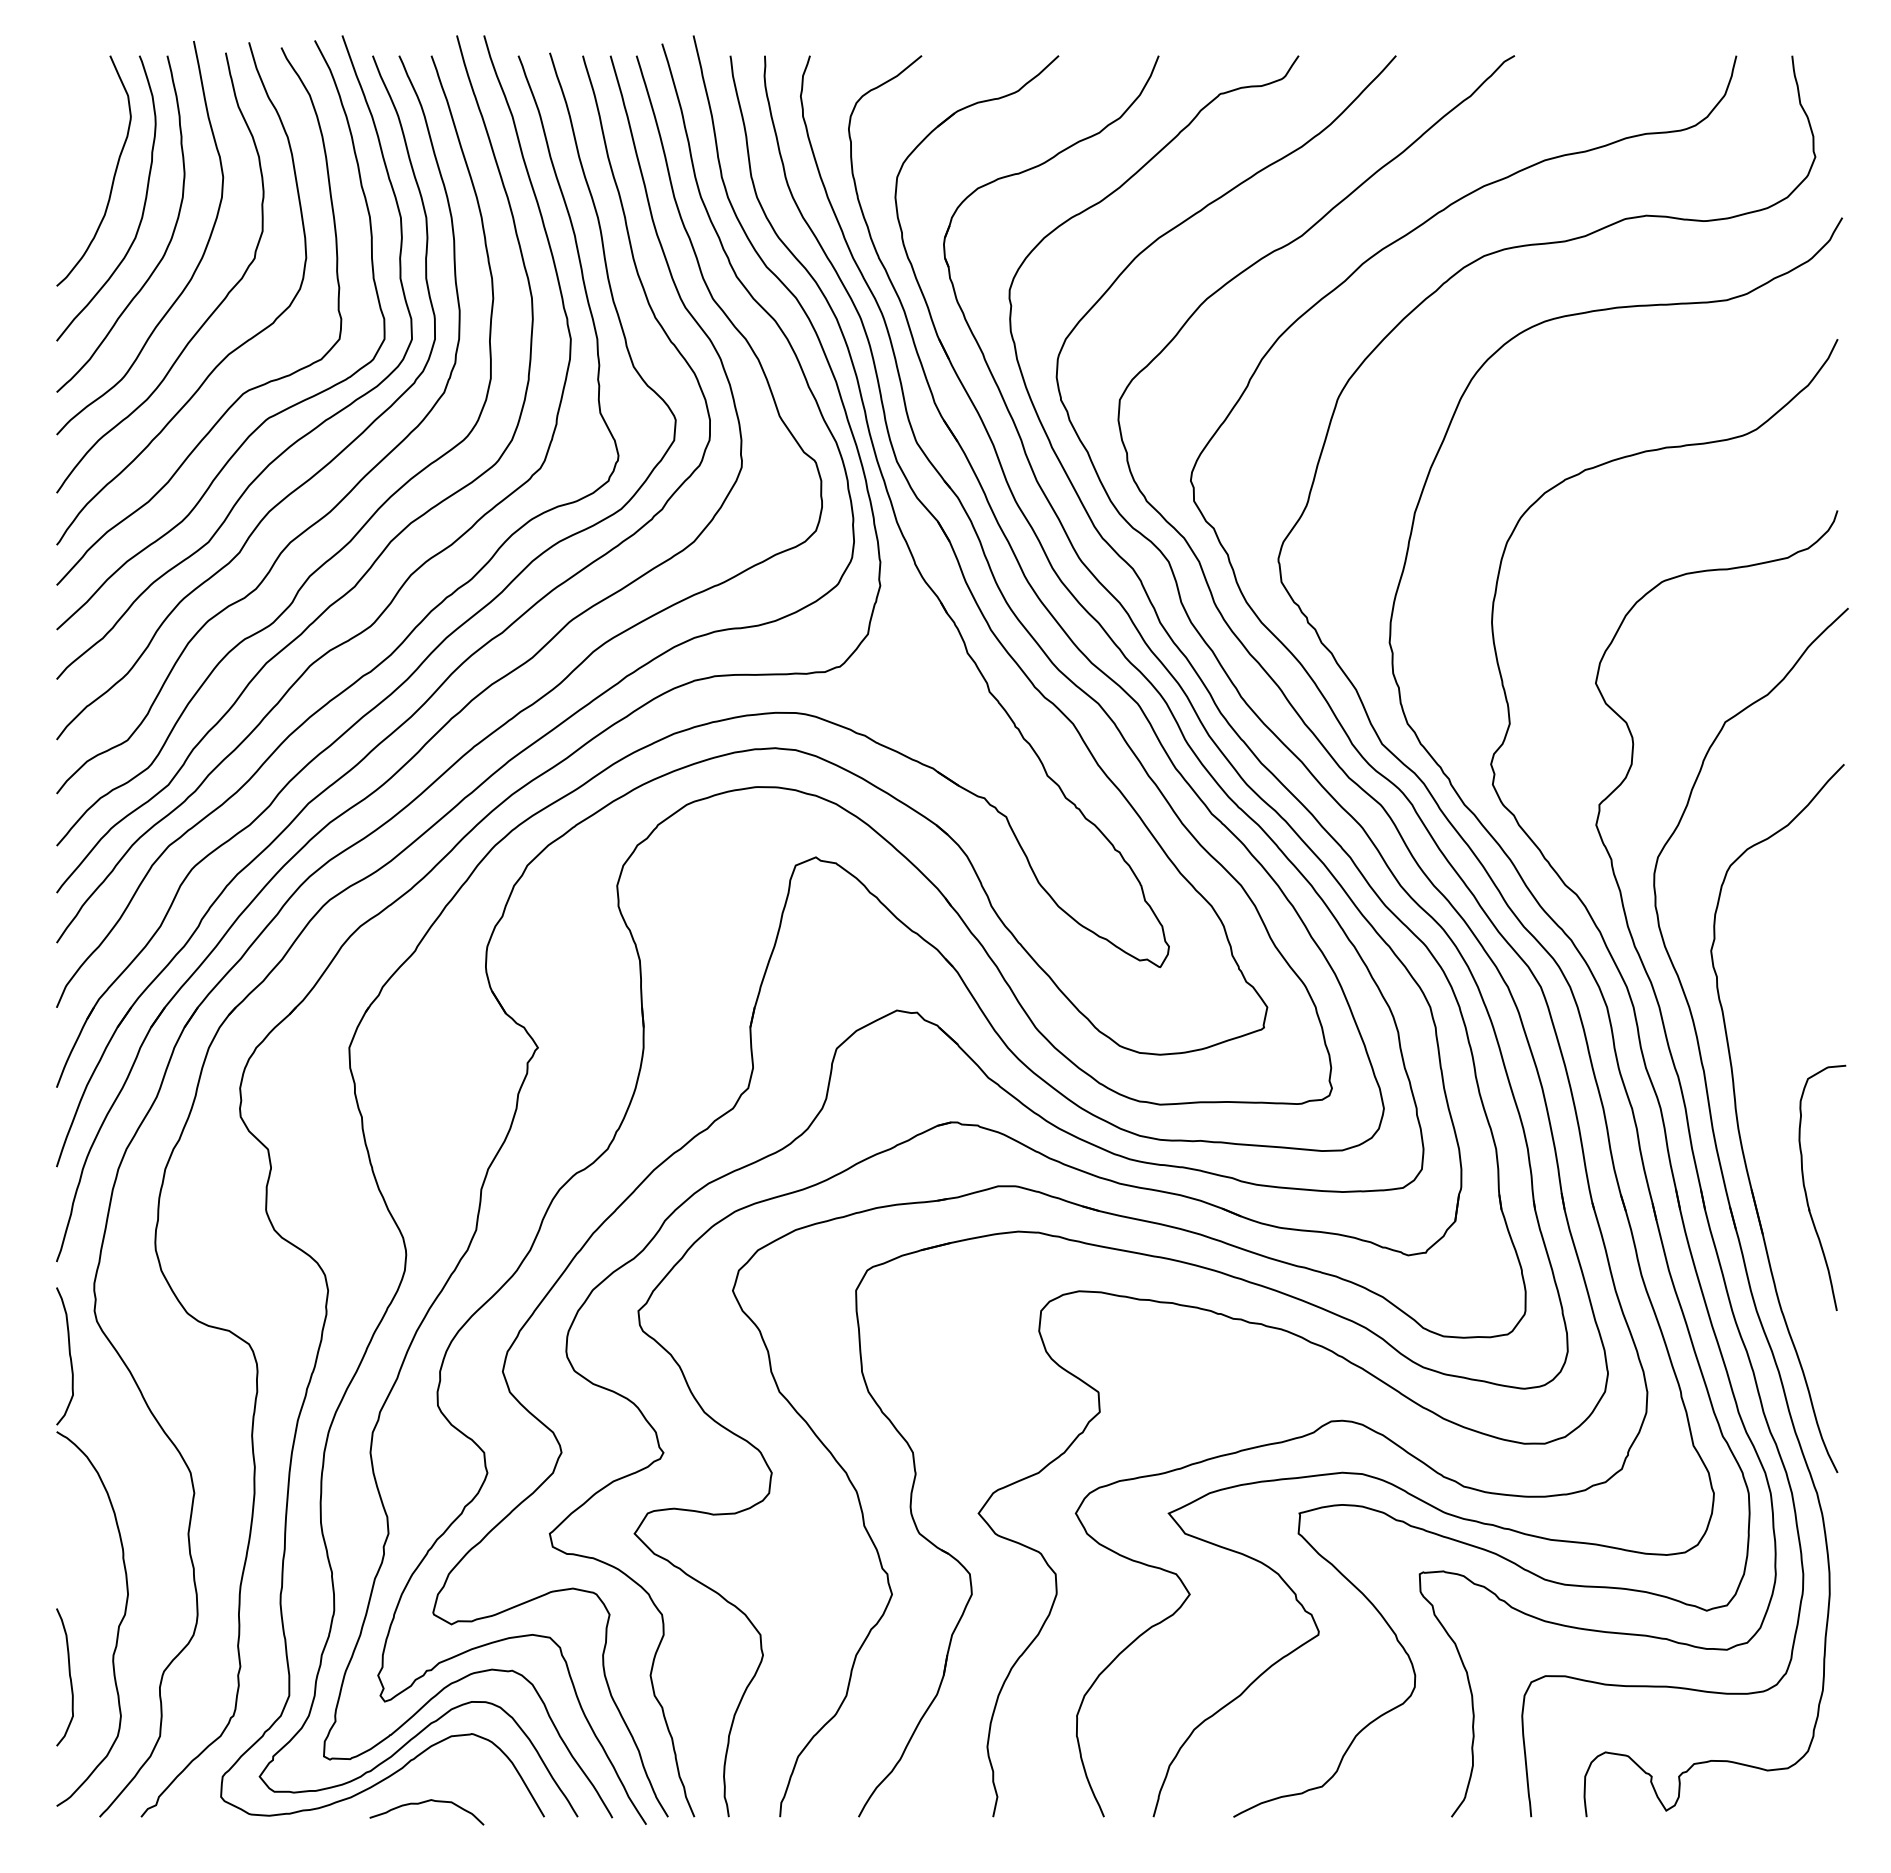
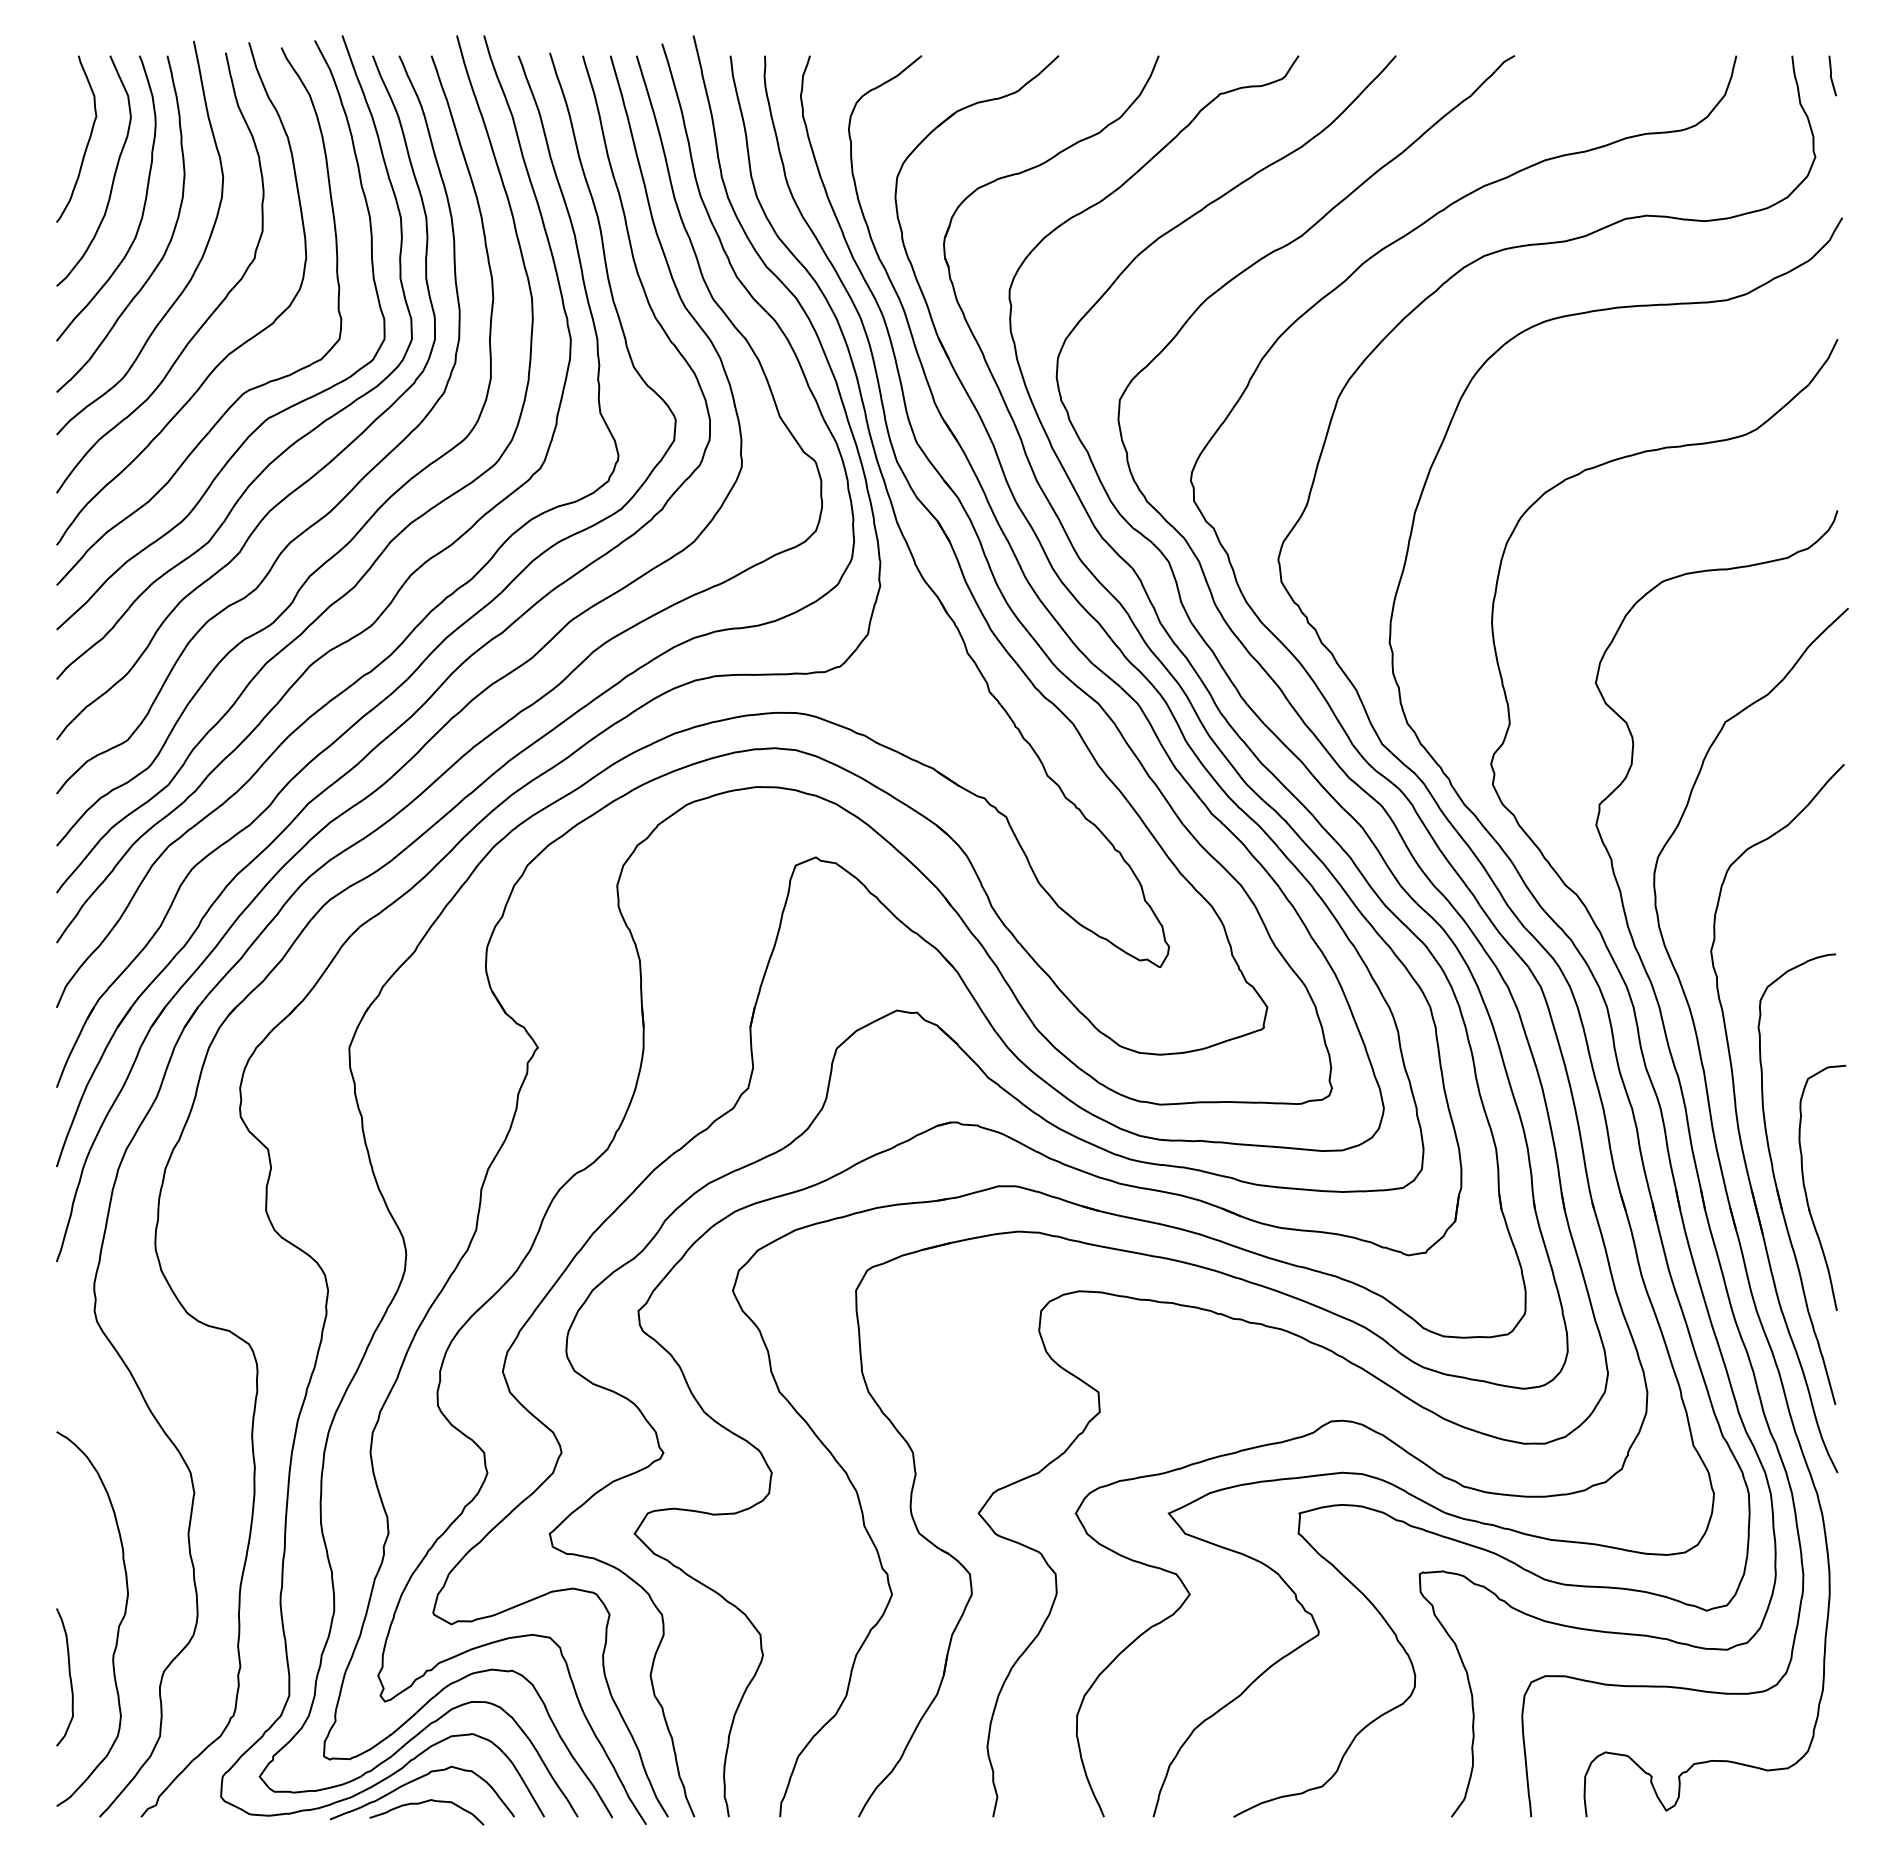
line at (1831, 75): none -> present
curve at (87, 141): none -> present
part at (1776, 1181): none -> present
curve at (69, 1356): present -> none
curve at (416, 1780): none -> present
